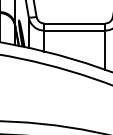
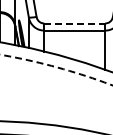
line at (75, 23): solid -> dashed
arc at (57, 67): solid -> dashed
